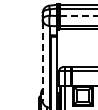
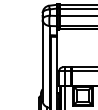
line at (78, 15): dashed -> solid
line at (42, 62): dashed -> solid
